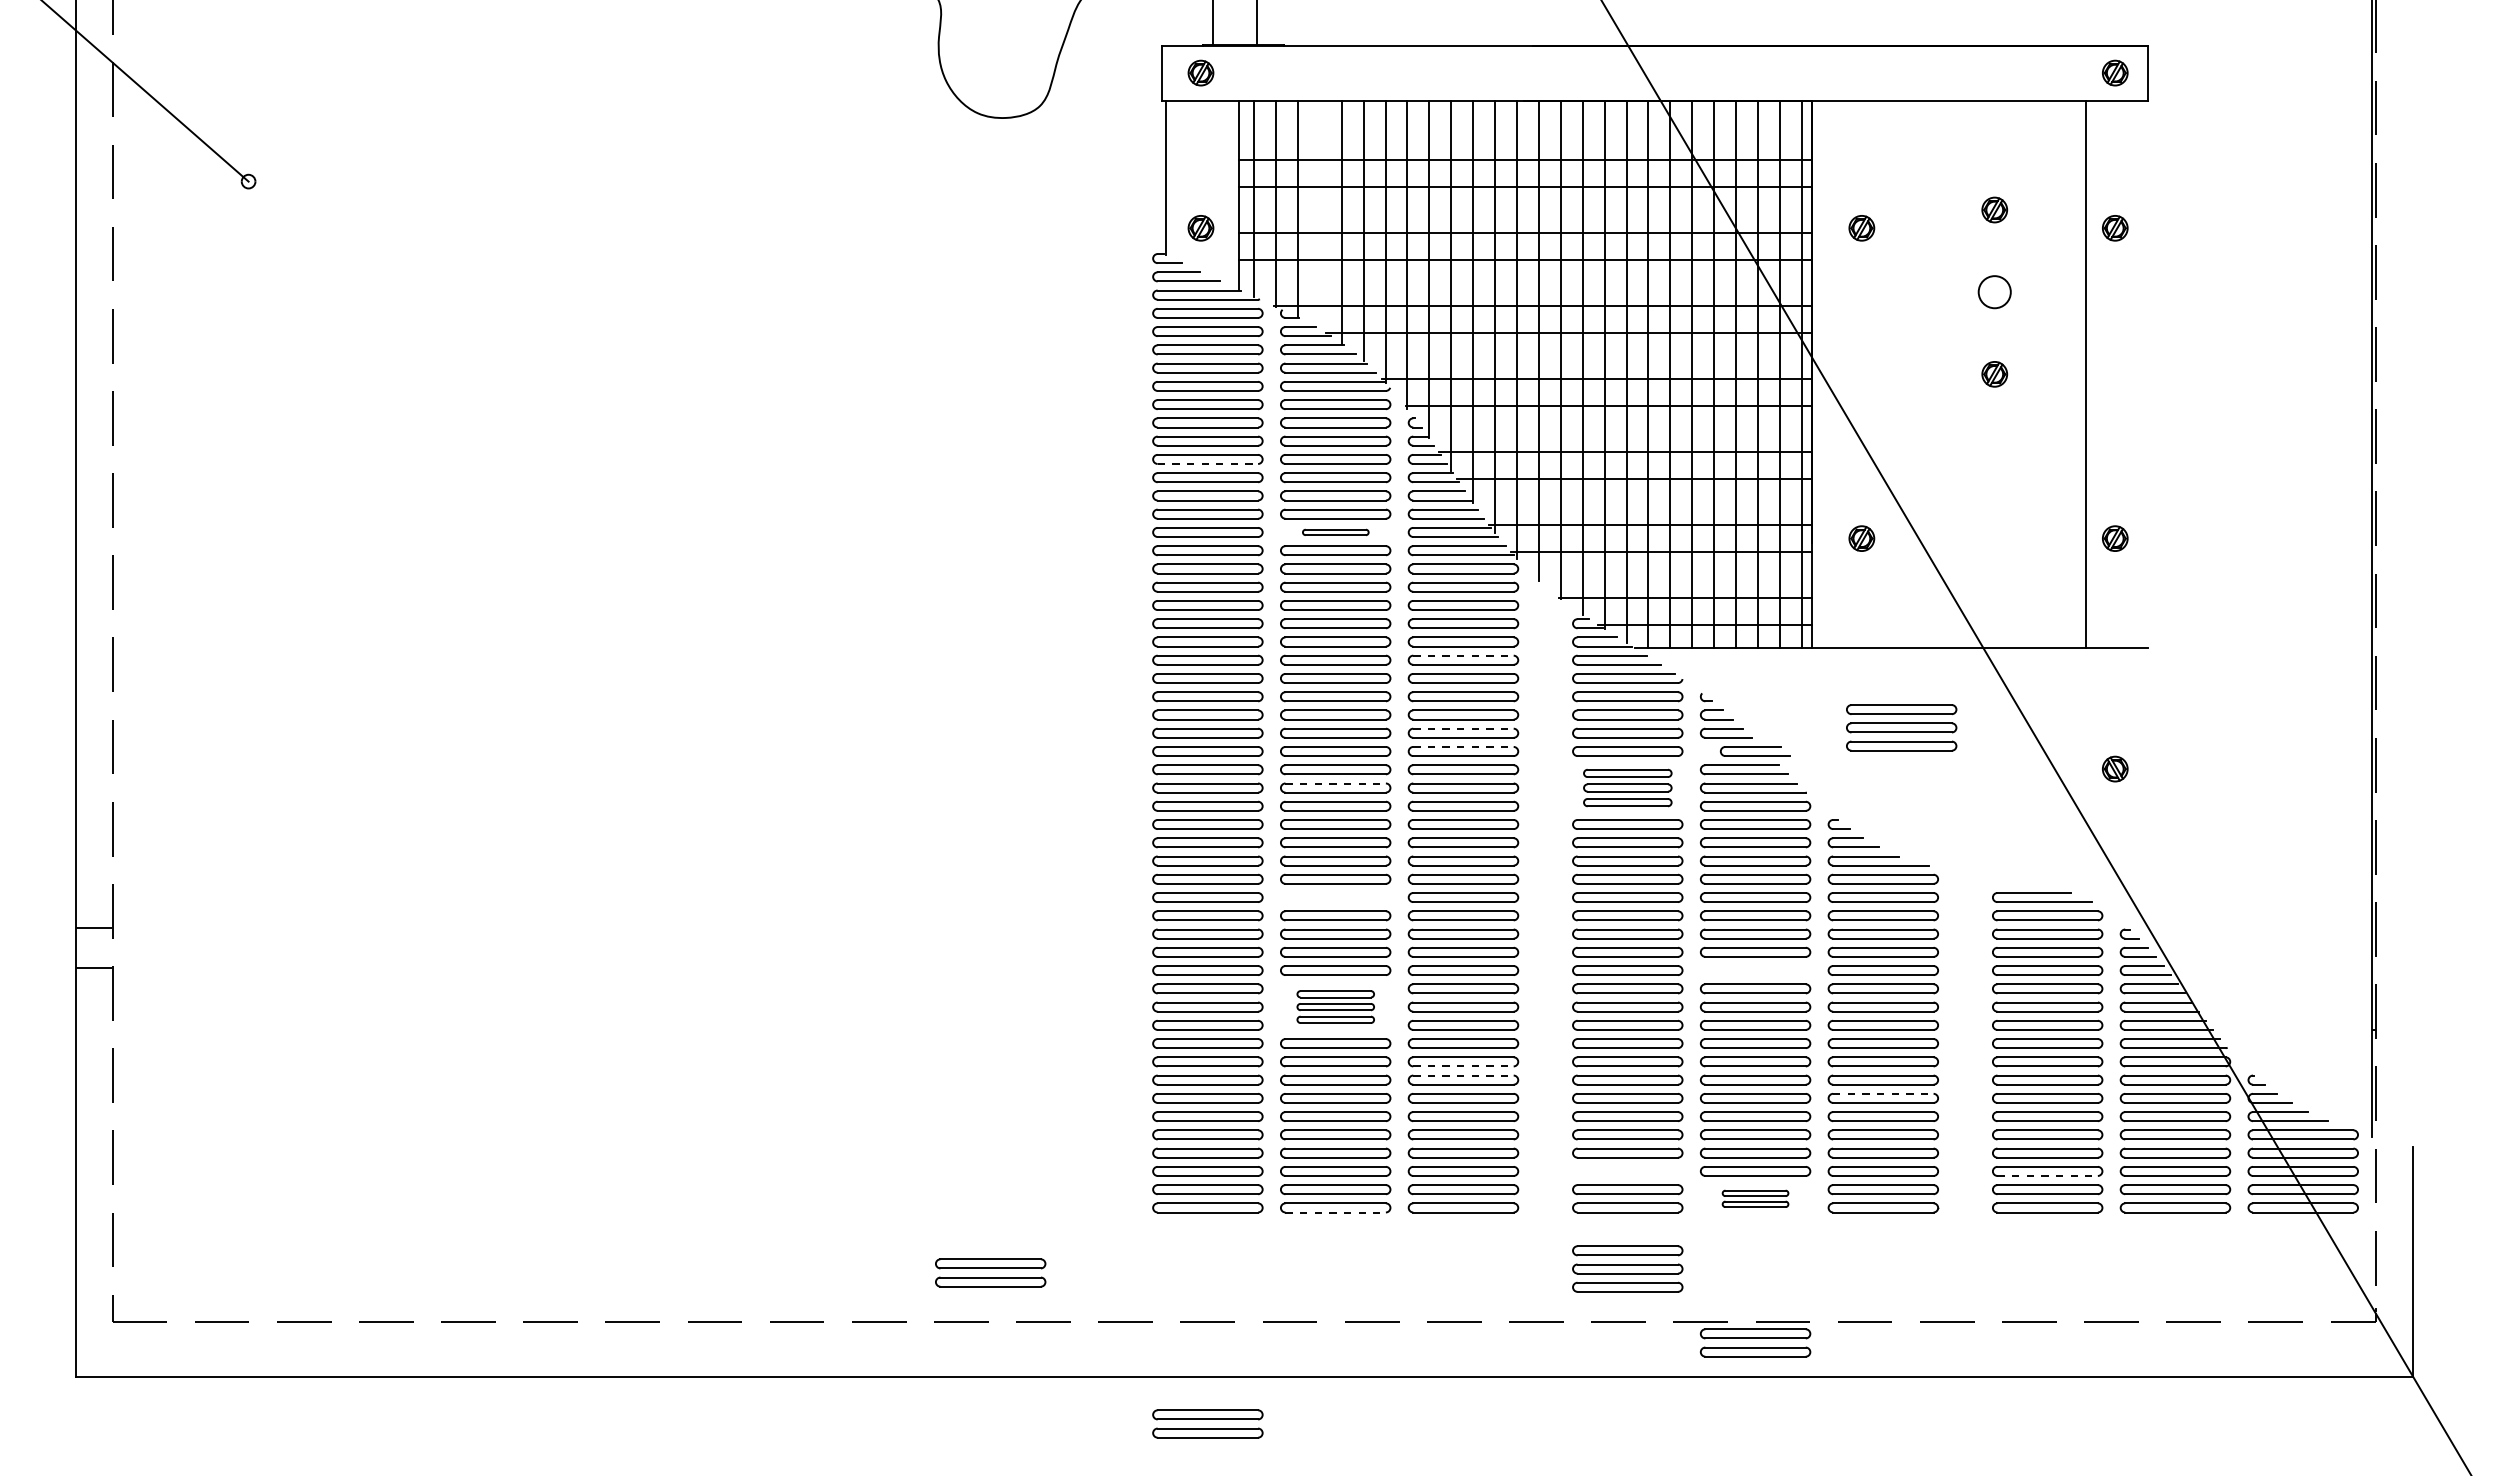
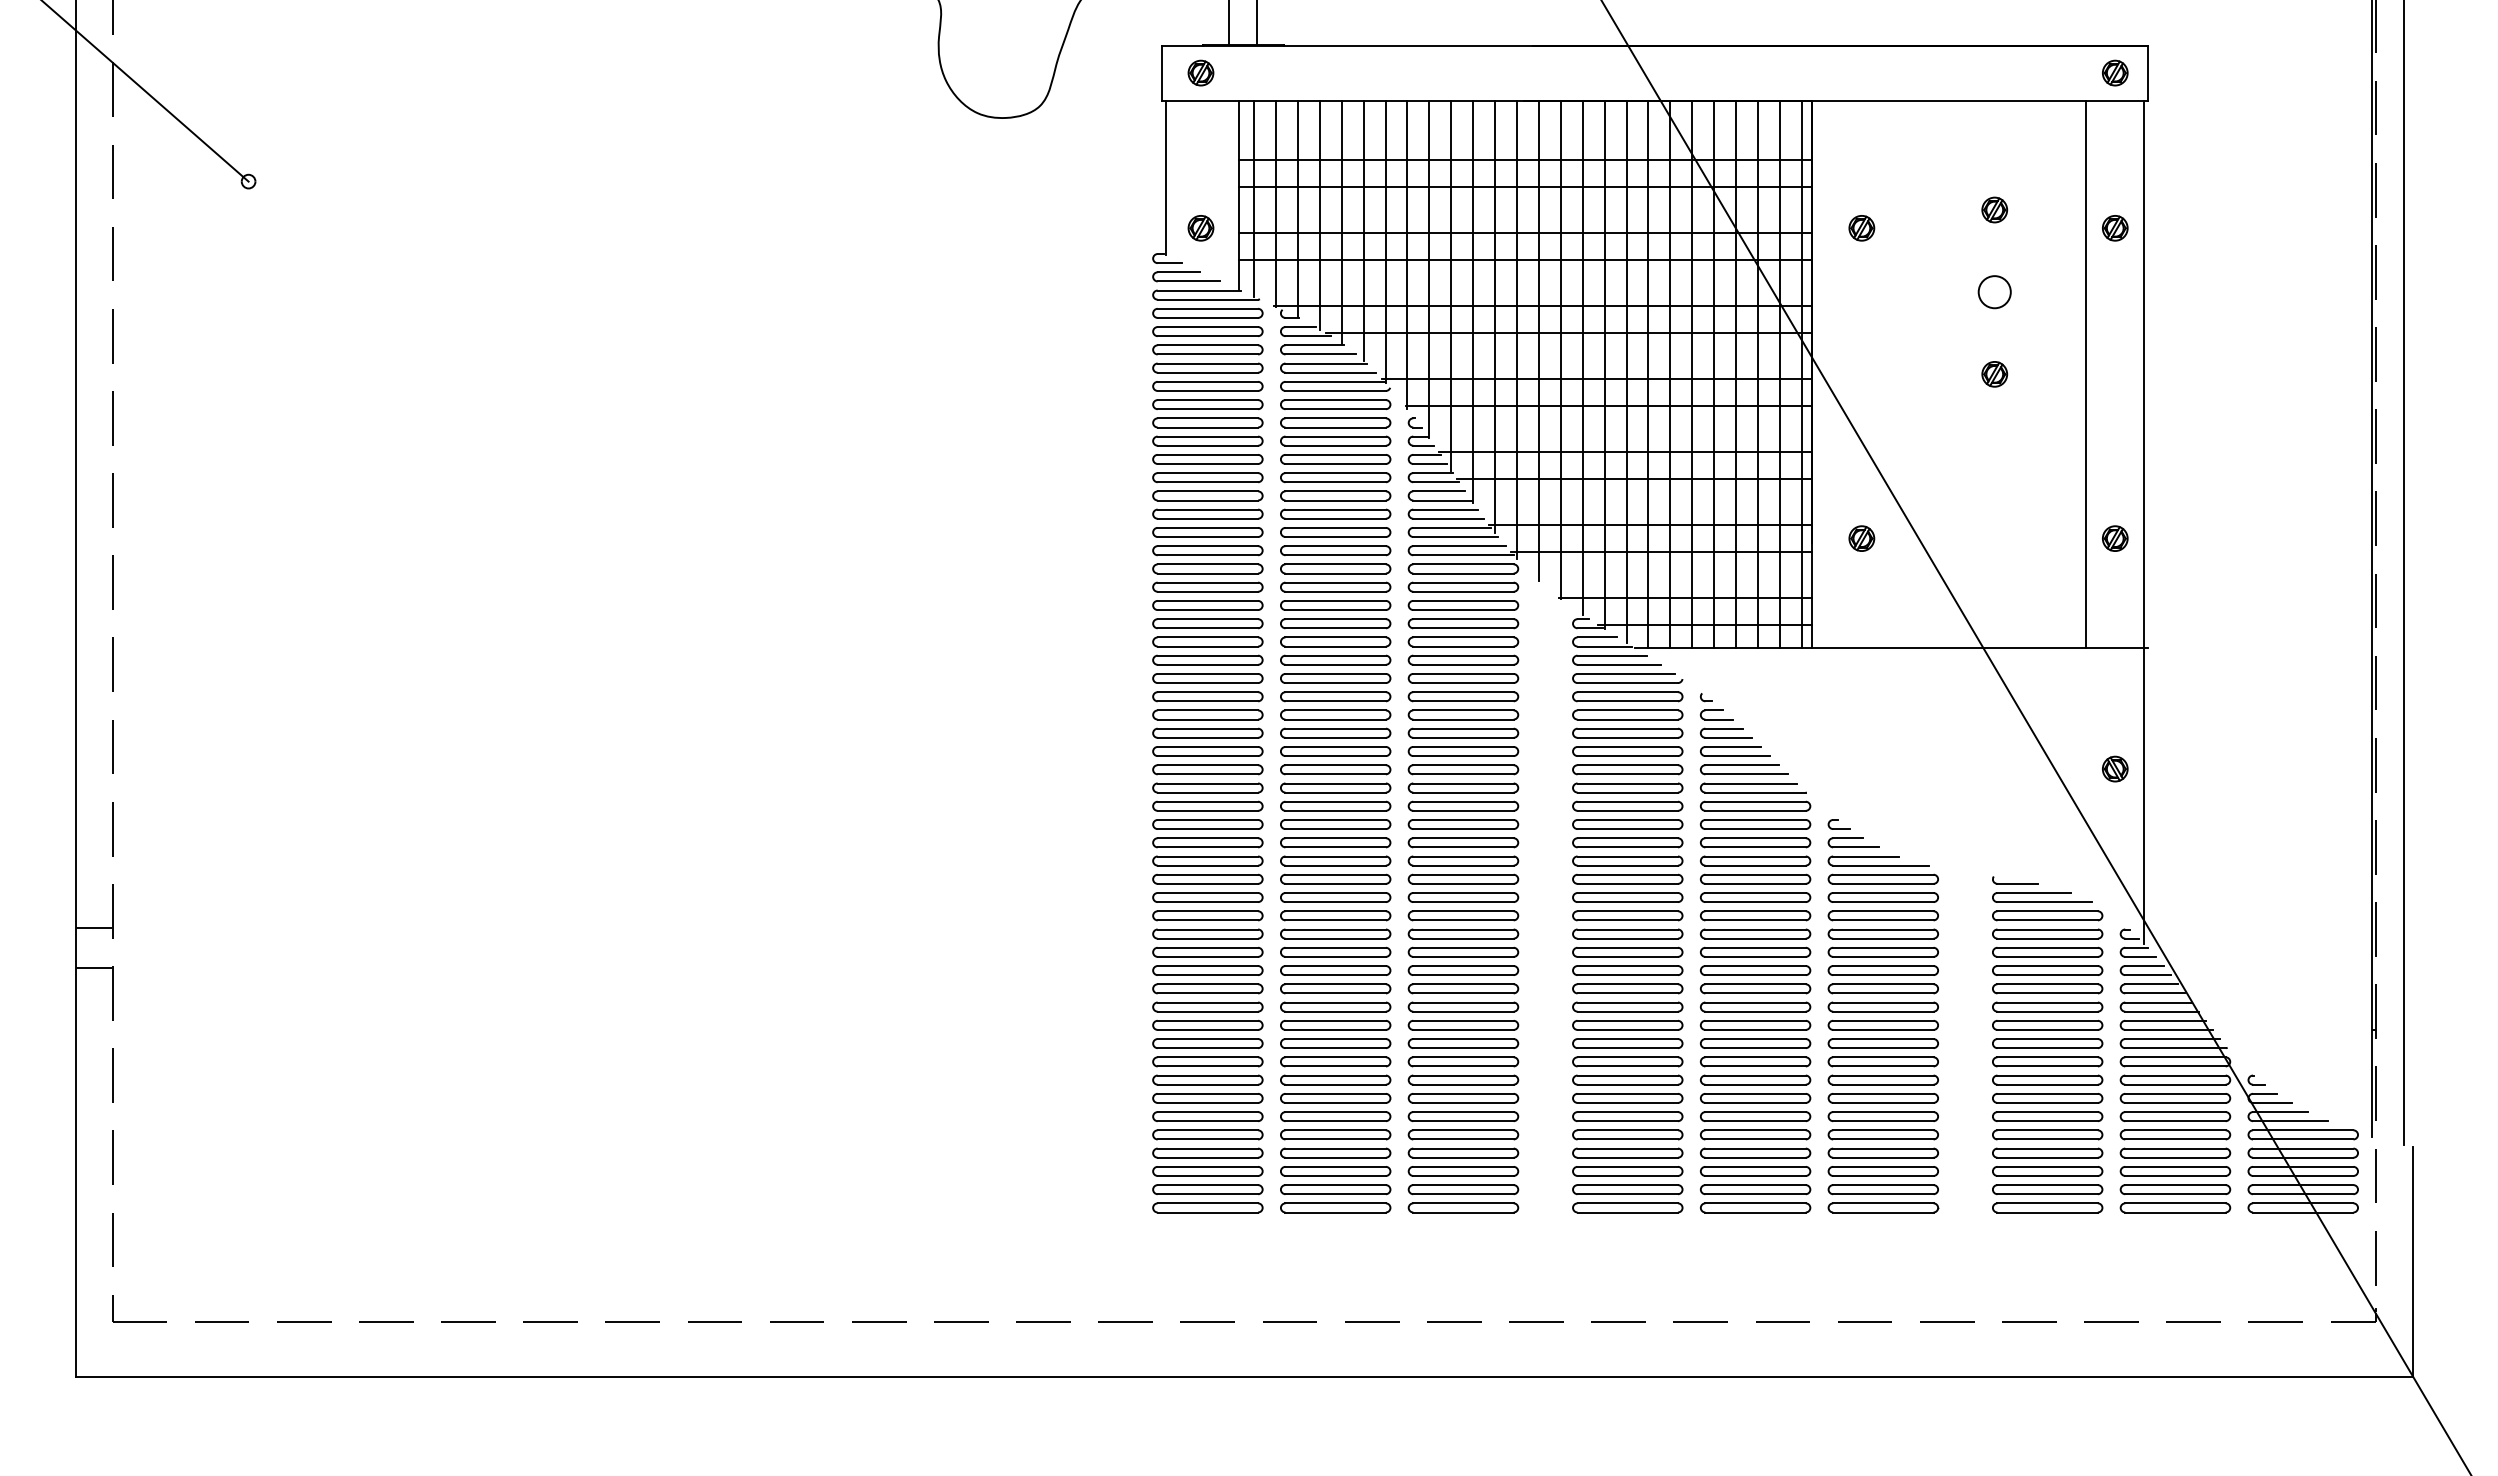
line at (1213, 23) position: (1213, 23) -> (1229, 23)
line at (1319, 214): none -> present
line at (1208, 464): dashed -> solid
line at (2144, 522): none -> present
part at (1335, 531) size: 68x8 px -> 112x11 px
line at (2403, 573): none -> present
line at (1463, 655): dashed -> solid
part at (1901, 727): present -> none
line at (1463, 728): dashed -> solid
line at (1463, 746): dashed -> solid
part at (1754, 751) position: (1754, 751) -> (1734, 751)
line at (1336, 783): dashed -> solid
part at (1627, 787) size: 90x40 px -> 112x48 px
part at (2015, 880): none -> present
part at (1335, 897): none -> present
part at (1755, 970): none -> present
part at (1335, 1006) size: 79x34 px -> 112x48 px
line at (1463, 1066): dashed -> solid
line at (1463, 1075): dashed -> solid
line at (1883, 1093): dashed -> solid
part at (1627, 1171): none -> present
line at (2048, 1176): dashed -> solid
part at (1755, 1198) size: 69x19 px -> 113x30 px
line at (1336, 1212): dashed -> solid
part at (1627, 1268): present -> none
part at (990, 1272): present -> none
part at (1755, 1342): present -> none
part at (1207, 1423): present -> none
